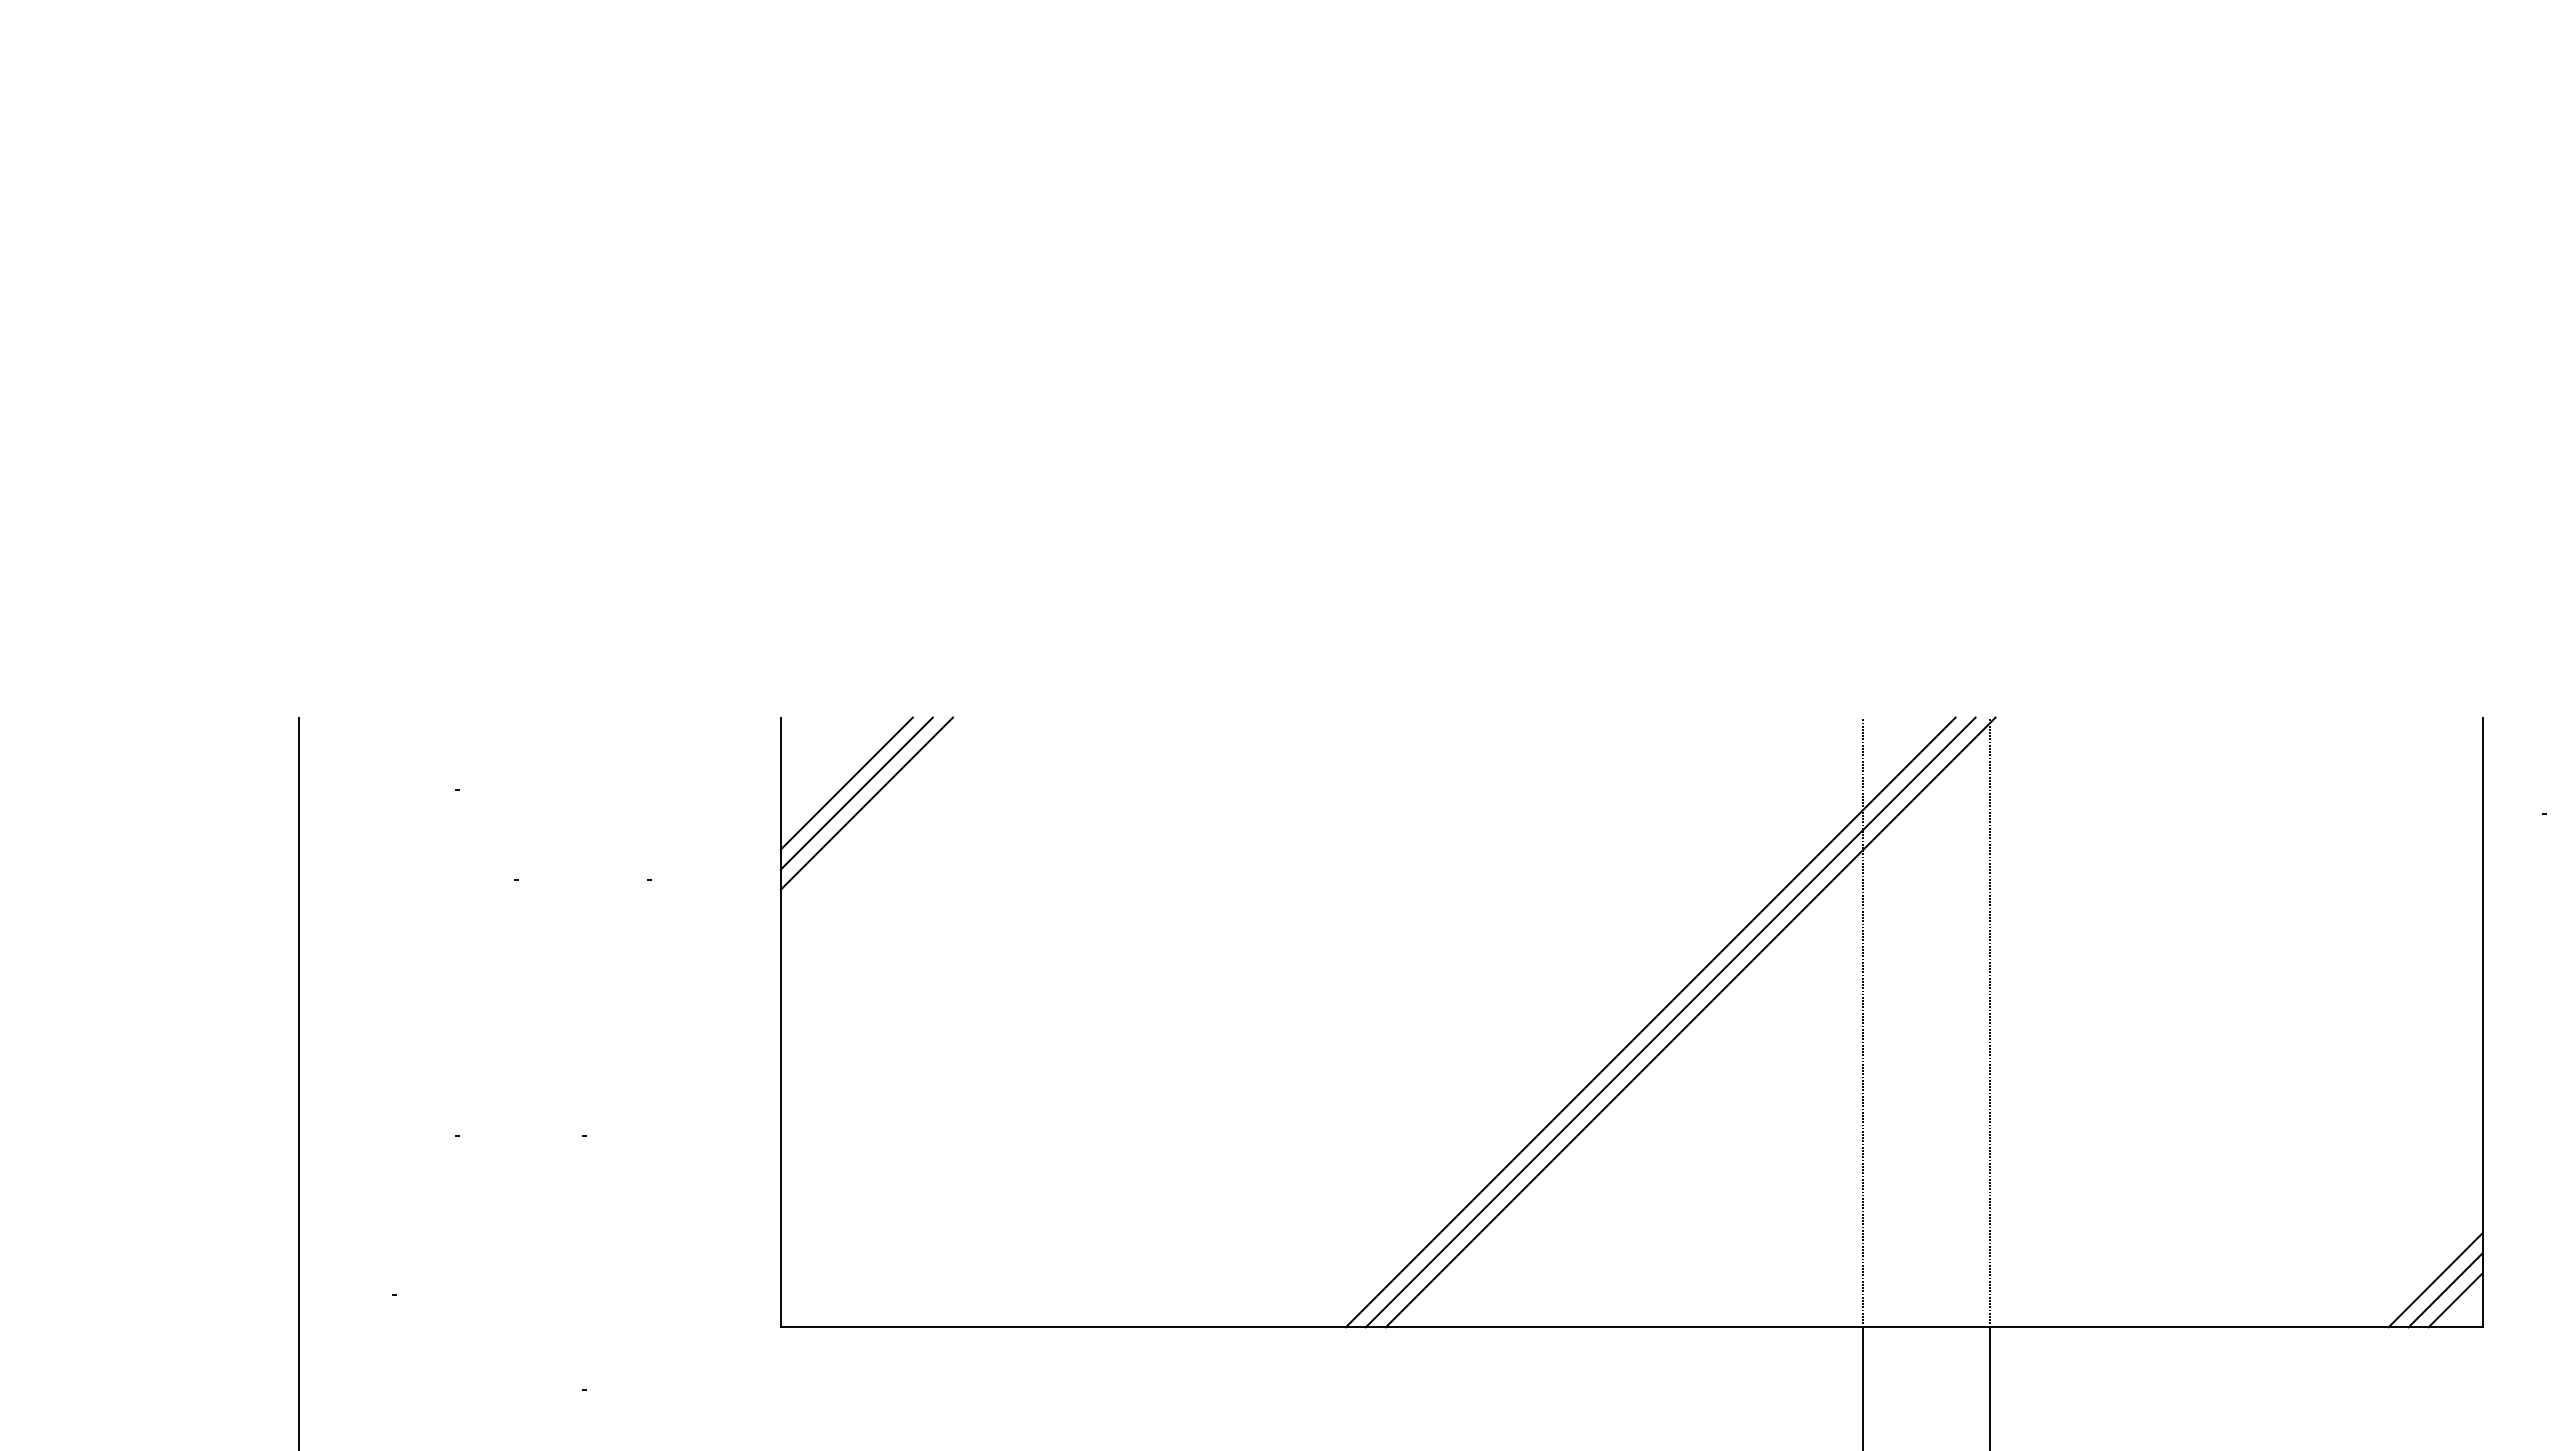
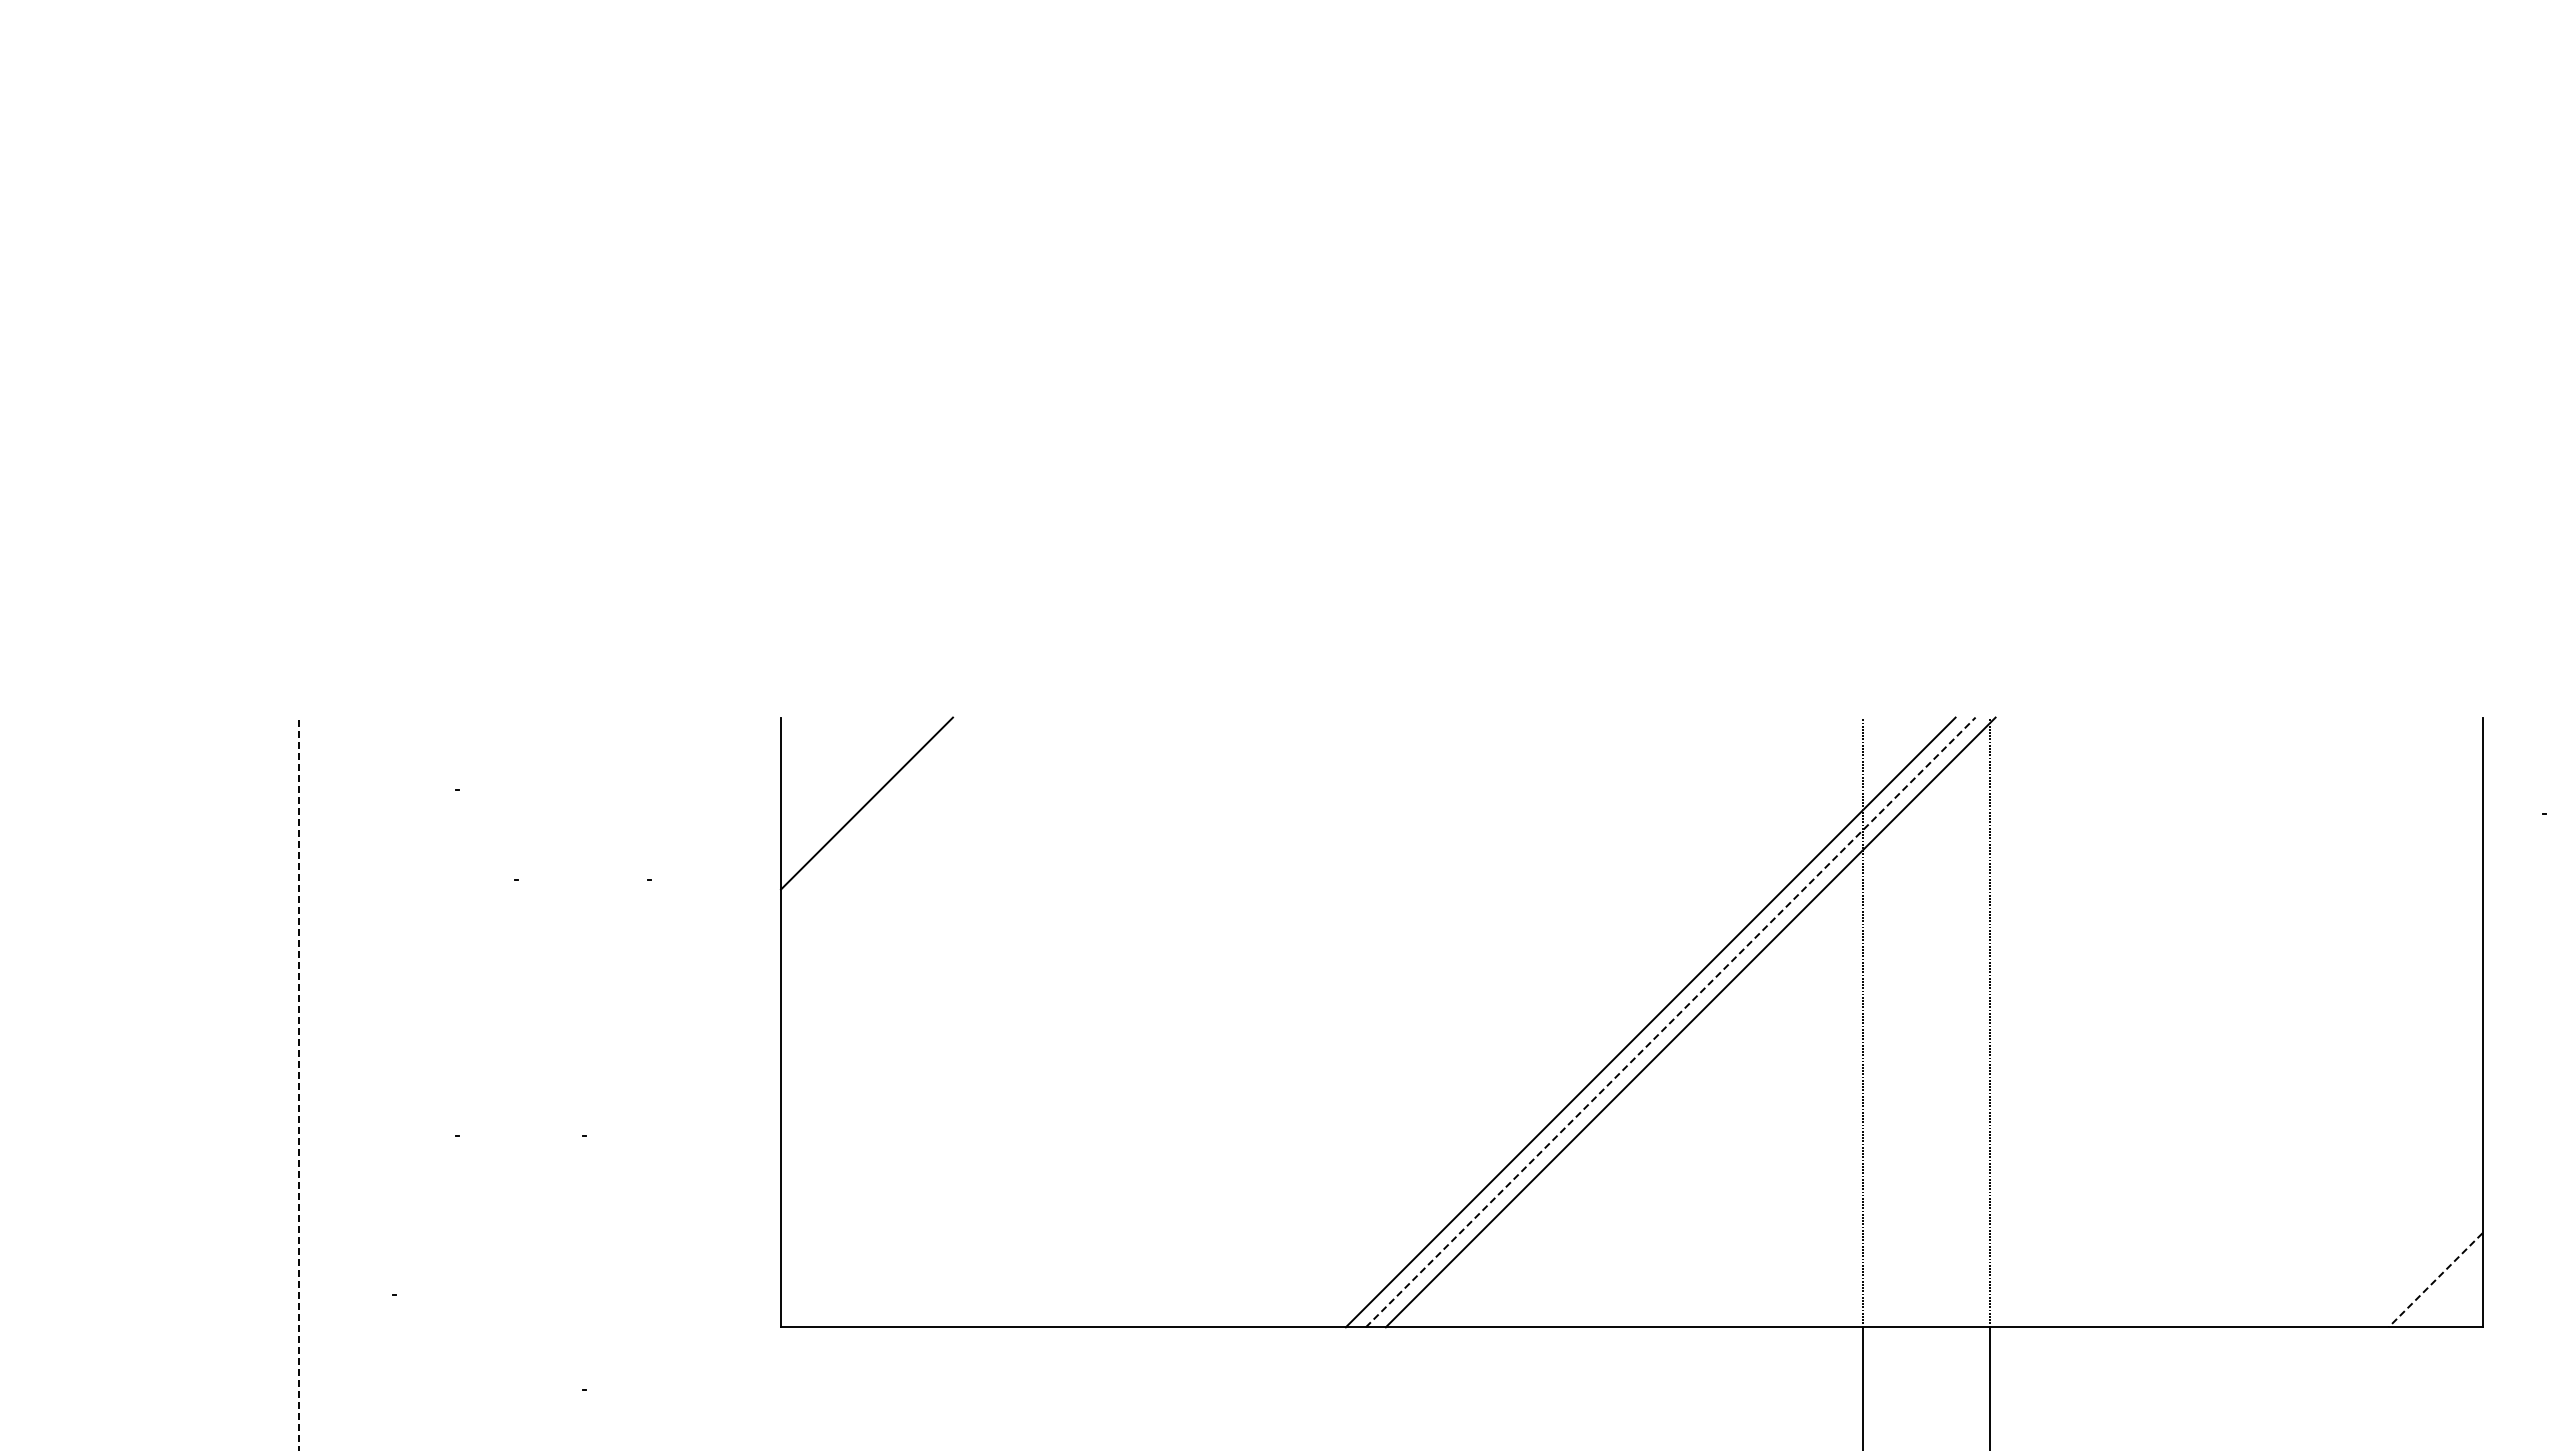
line at (846, 783): present -> none
line at (856, 793): present -> none
line at (1671, 1022): solid -> dashed
line at (298, 1083): solid -> dashed
line at (2435, 1280): solid -> dashed
line at (2445, 1290): present -> none
line at (2455, 1300): present -> none
